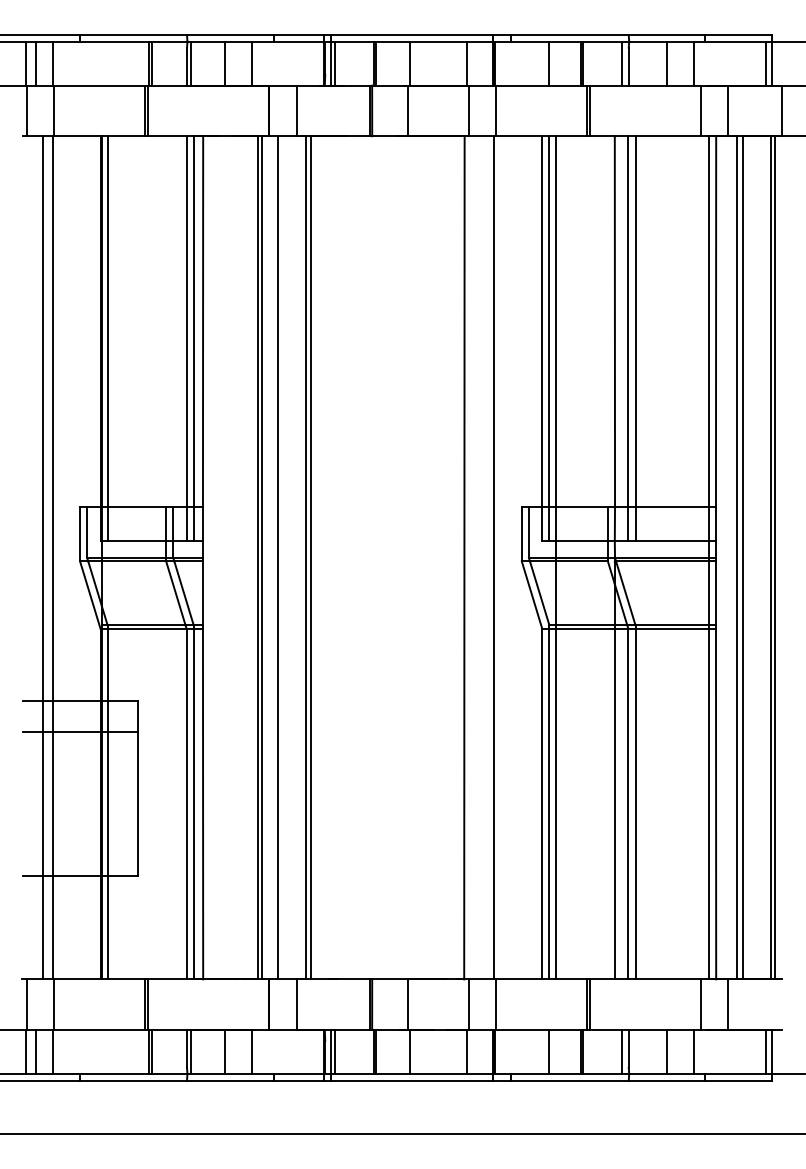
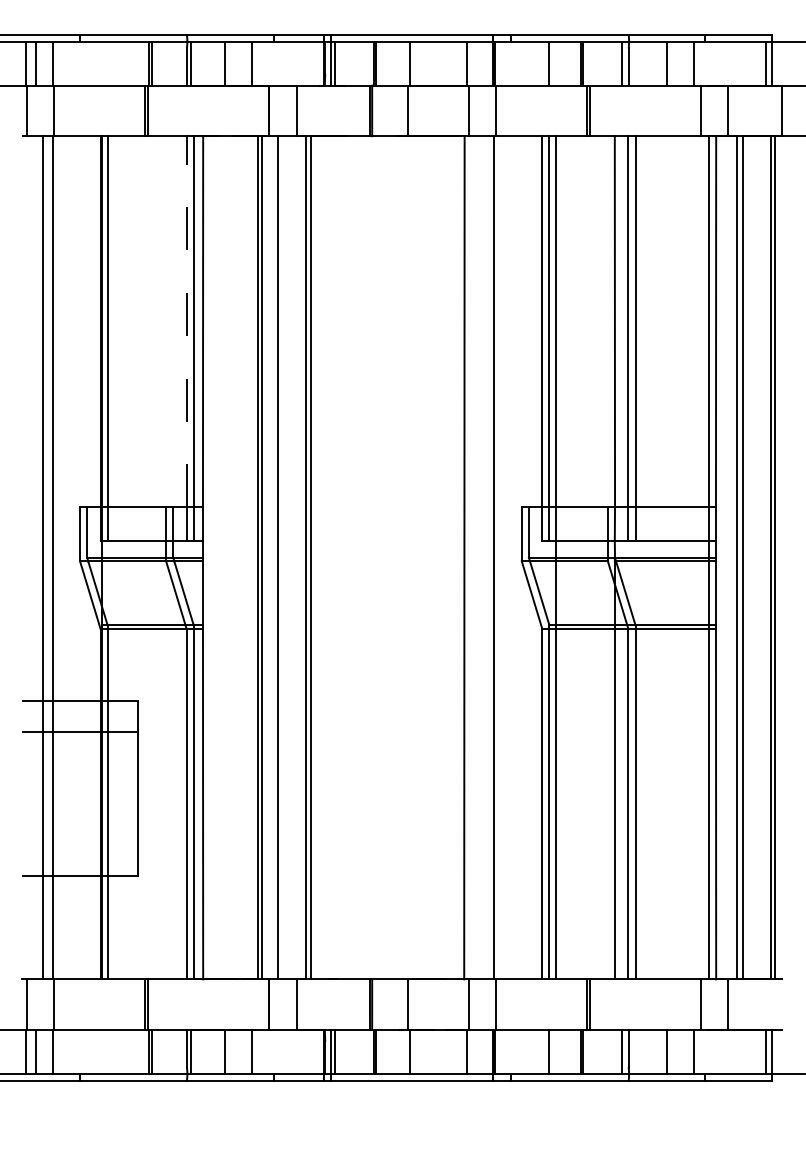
line at (186, 321): solid -> dashed
line at (402, 1133): present -> none
